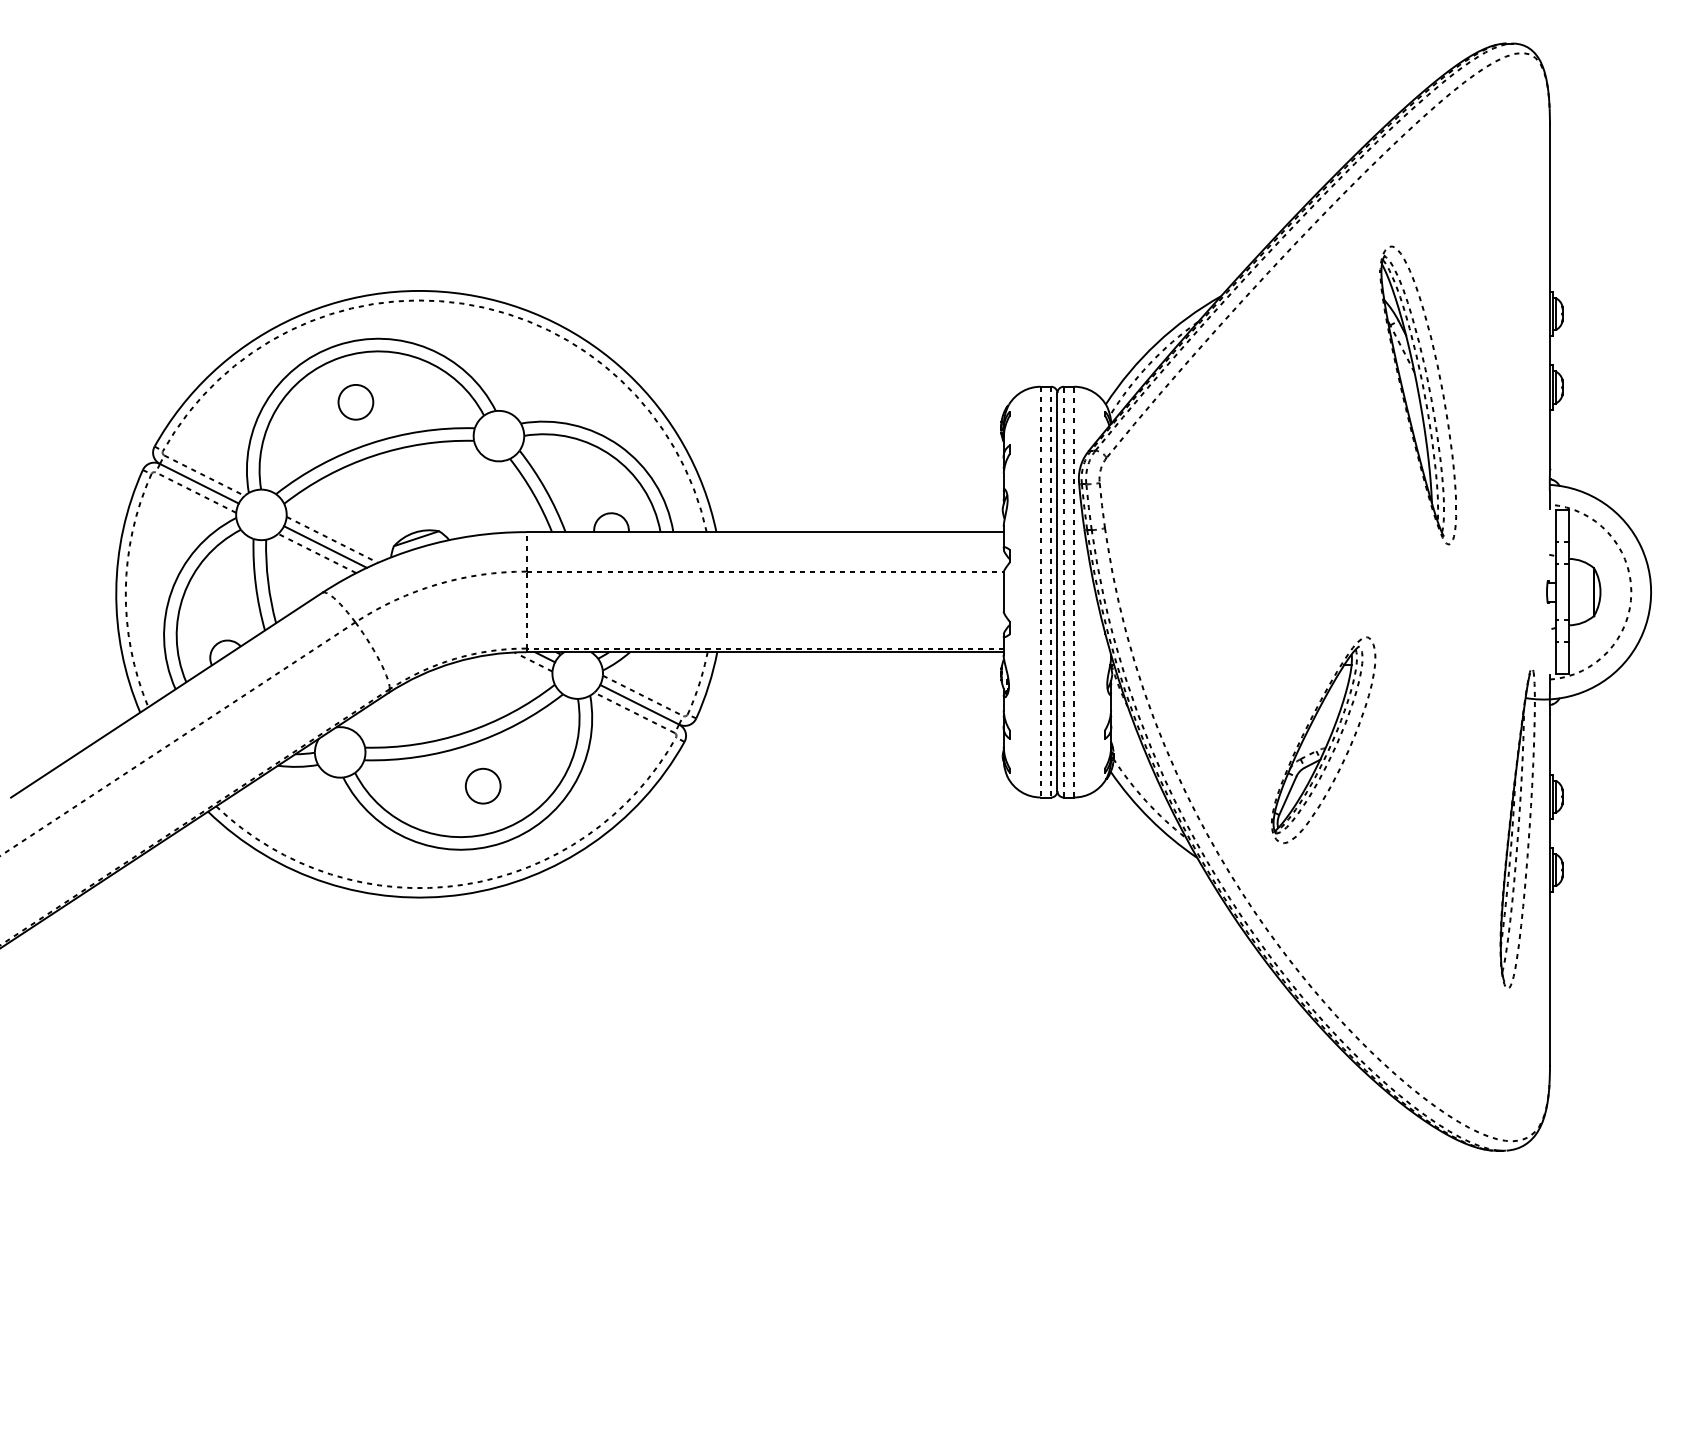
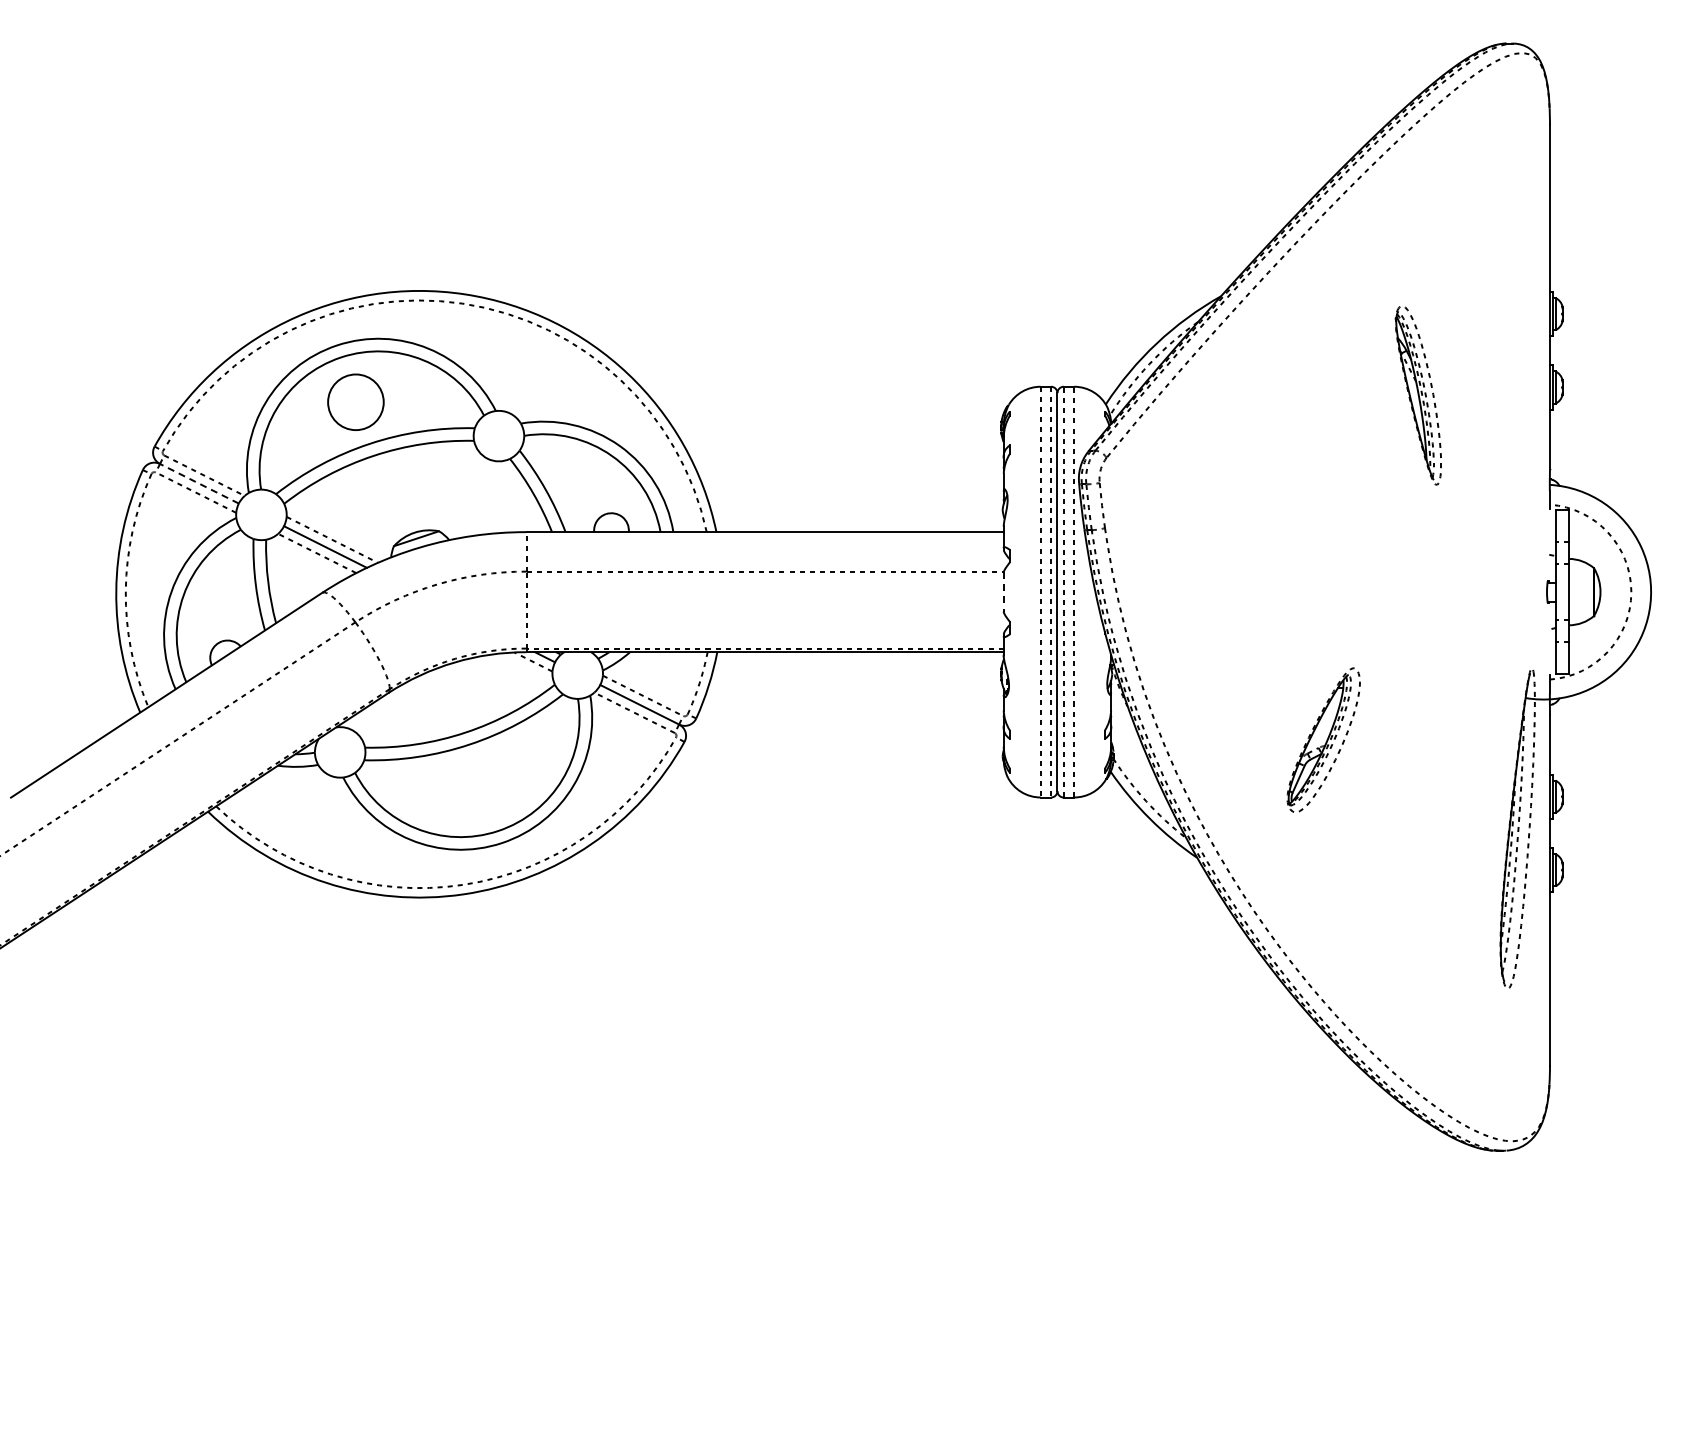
part at (1418, 395) size: 79x301 px -> 48x180 px
circle at (355, 401) diameter: 35 px -> 56 px
line at (199, 483): solid -> dashed
line at (1003, 592): solid -> dashed
part at (1323, 740) size: 106x209 px -> 75x146 px
circle at (483, 785): present -> none
